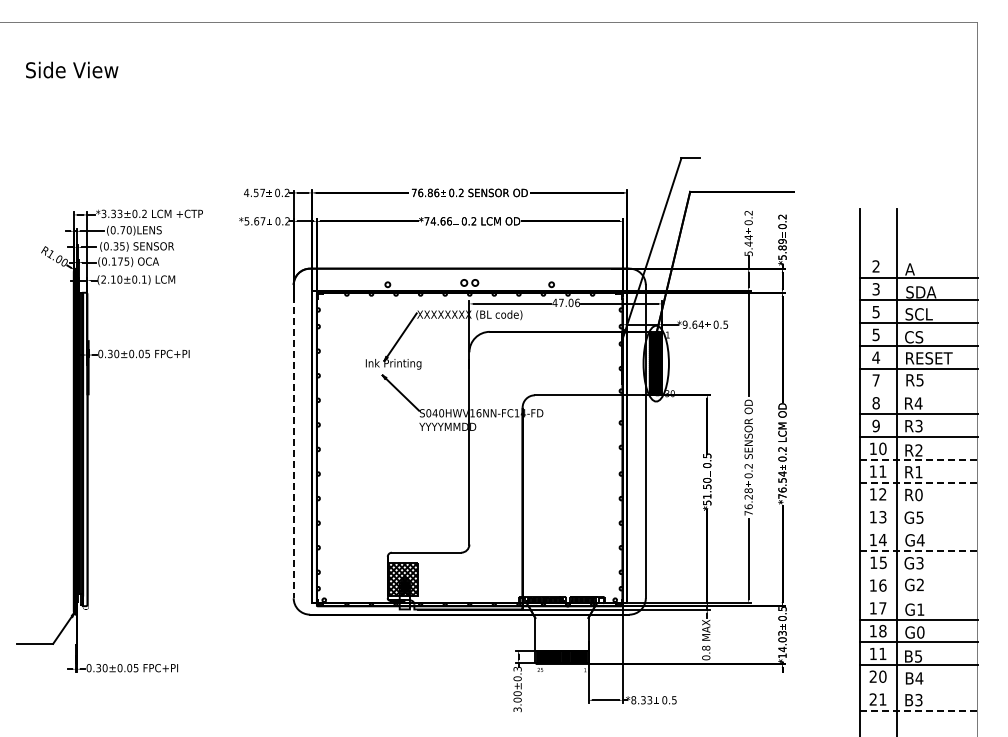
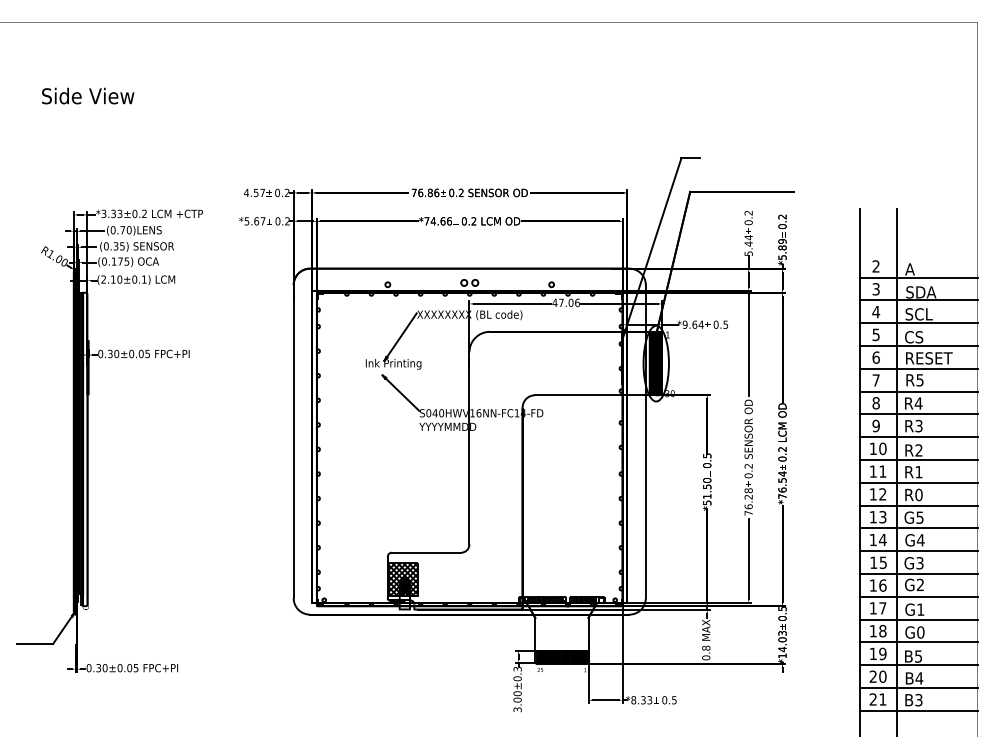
text at (72, 69) position: (72, 69) -> (88, 95)
text at (876, 312): 5 -> 4
text at (876, 357): 4 -> 6
line at (918, 391): none -> present
line at (293, 441): dashed -> solid
line at (918, 460): dashed -> solid
line at (918, 482): dashed -> solid
line at (918, 505): none -> present
line at (918, 528): none -> present
line at (918, 551): dashed -> solid
line at (918, 574): none -> present
line at (918, 596): none -> present
text at (882, 653): 11 -> 19
line at (918, 687): none -> present
line at (918, 710): dashed -> solid
